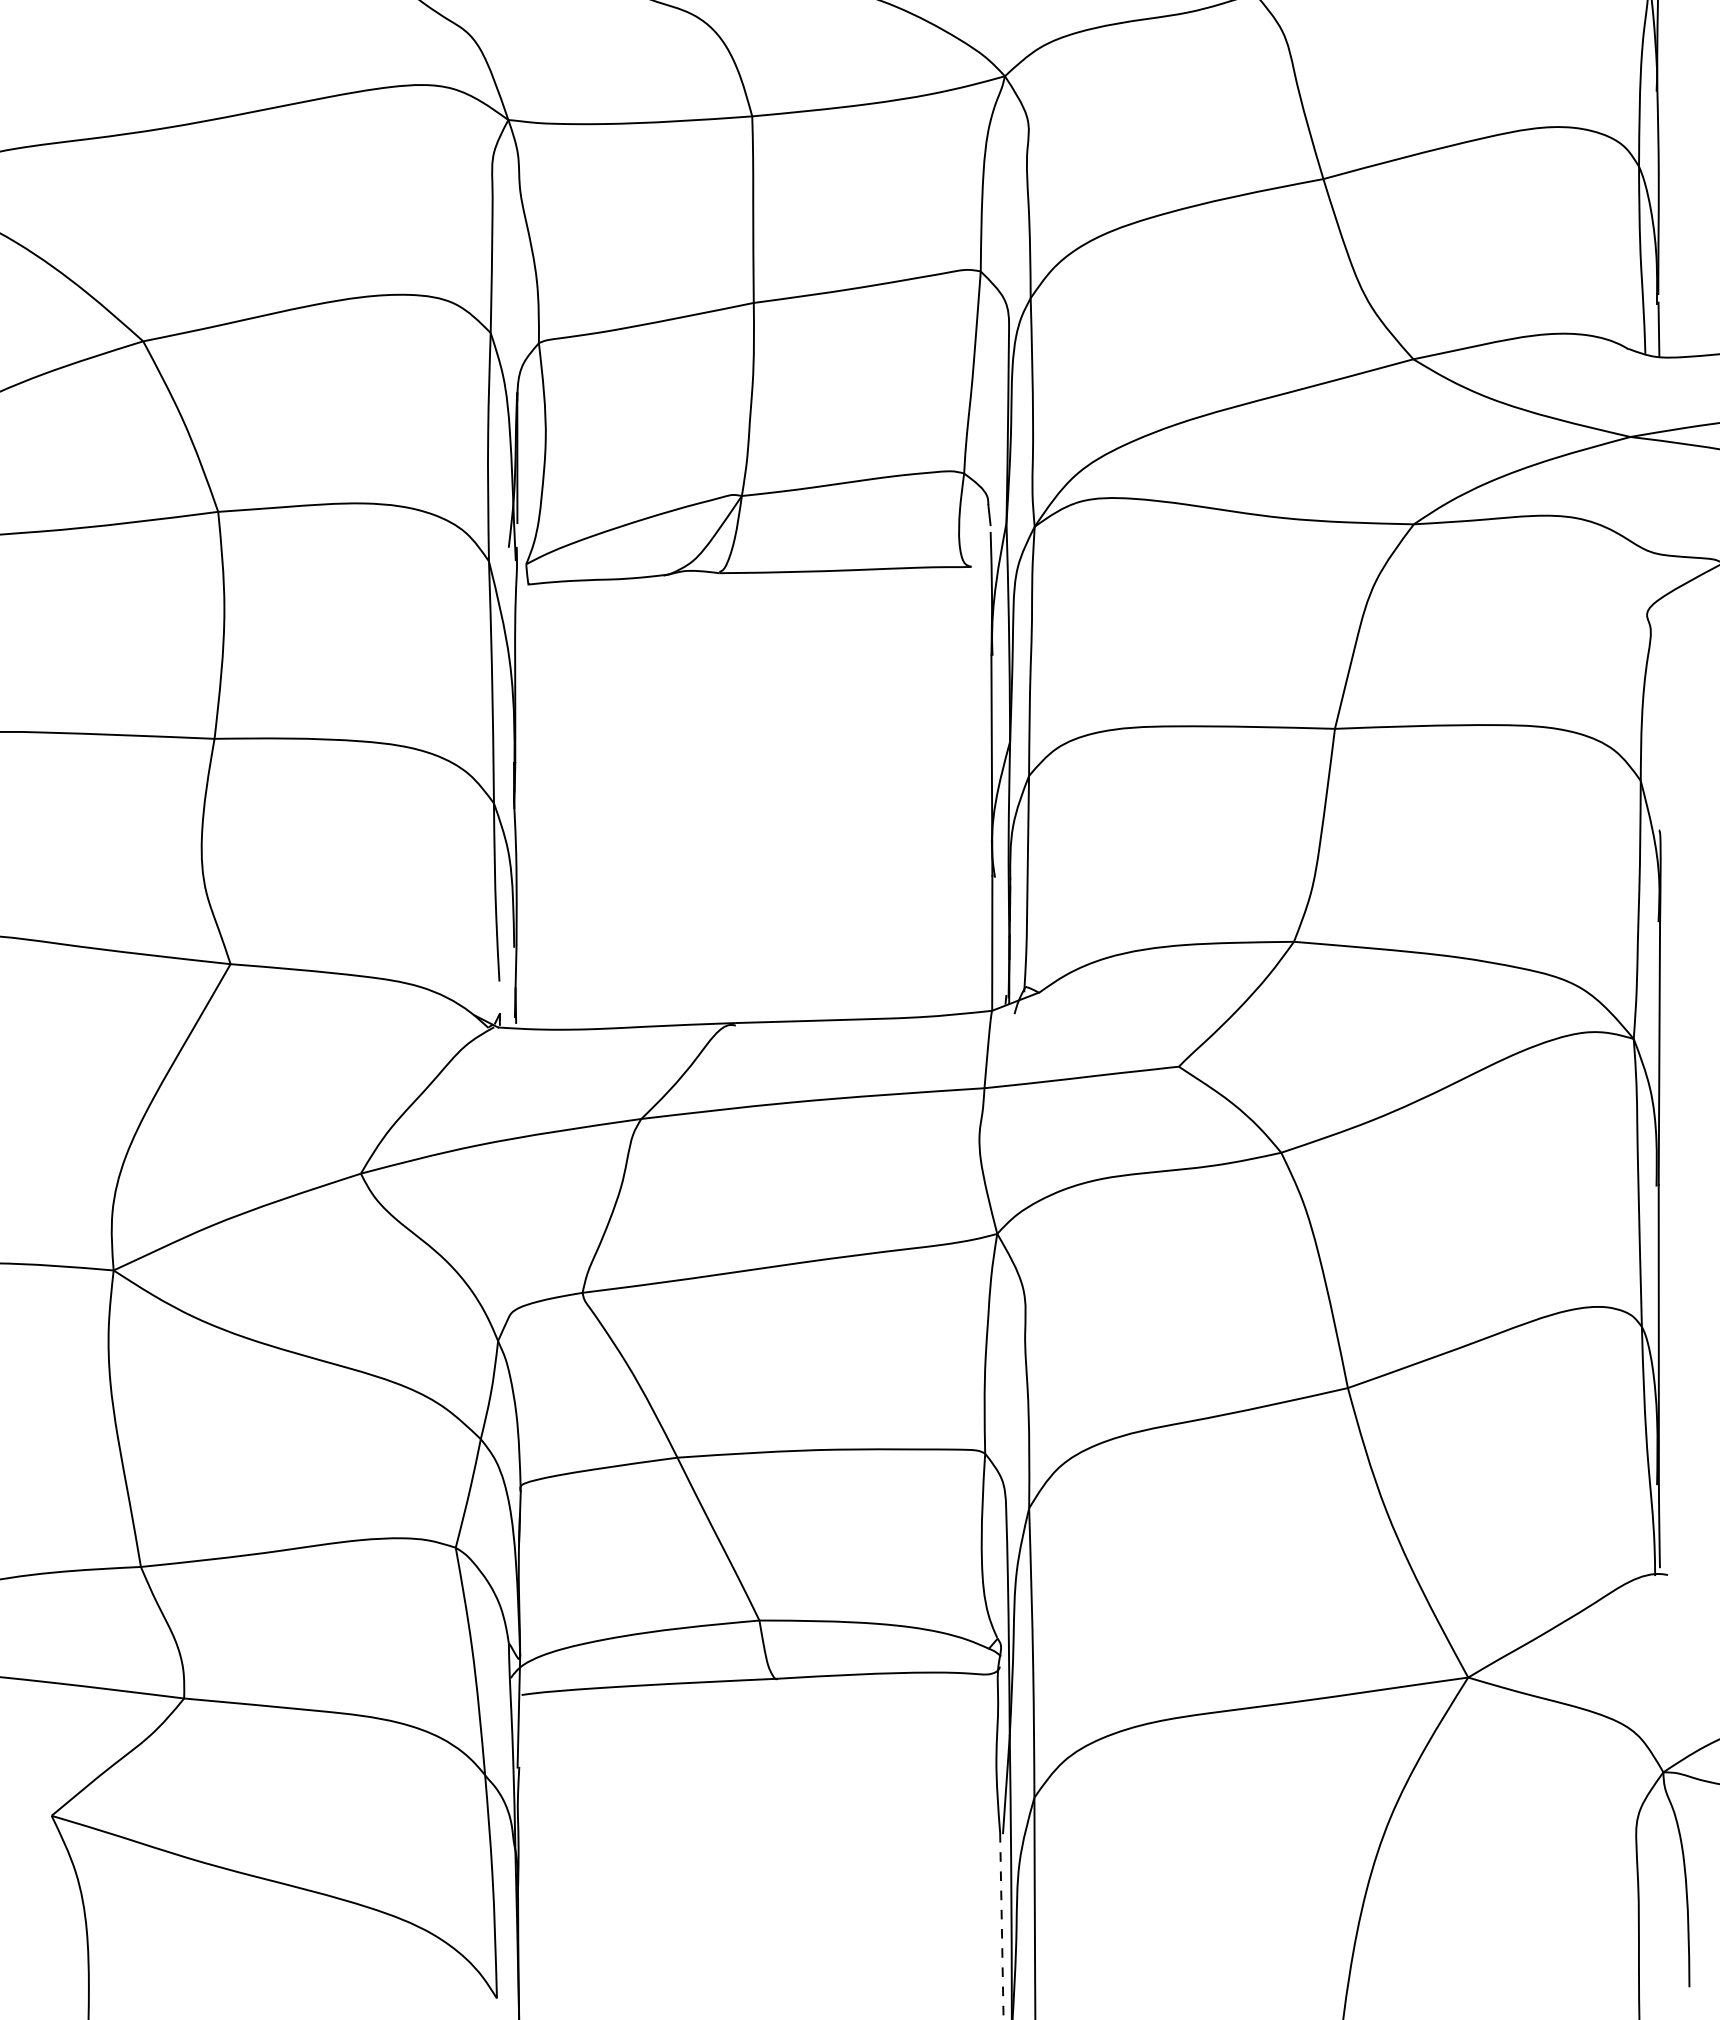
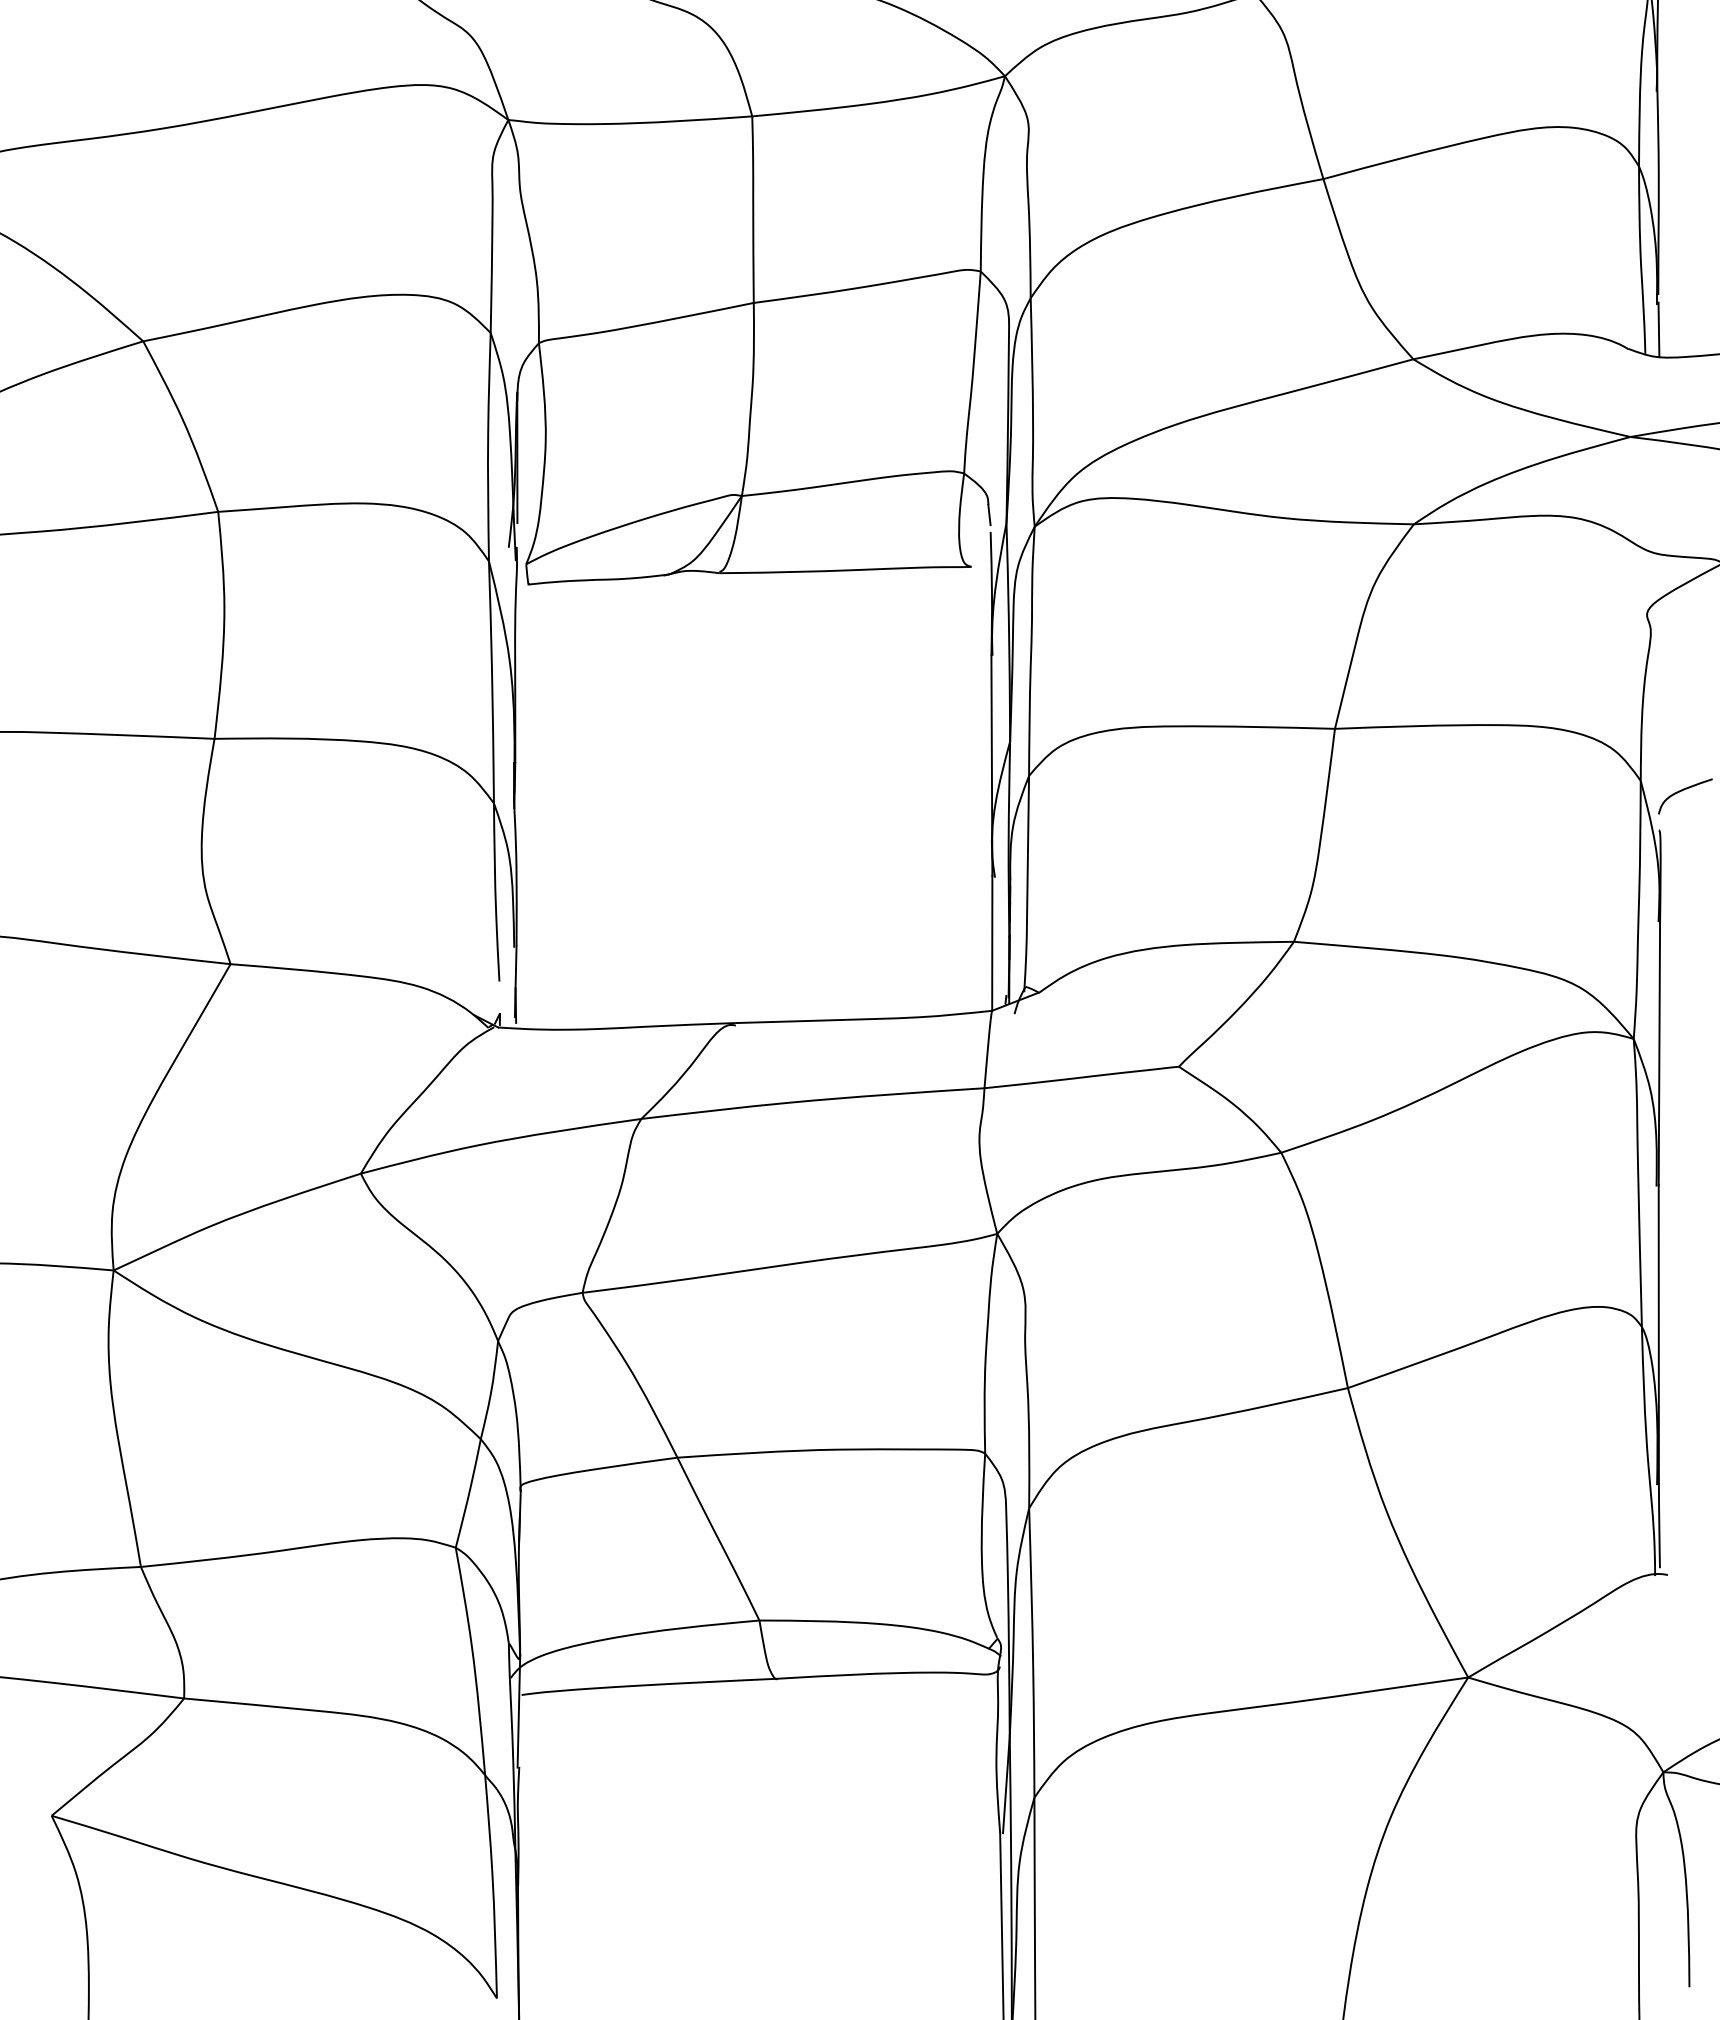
curve at (1682, 791): none -> present
line at (1001, 1926): dashed -> solid
